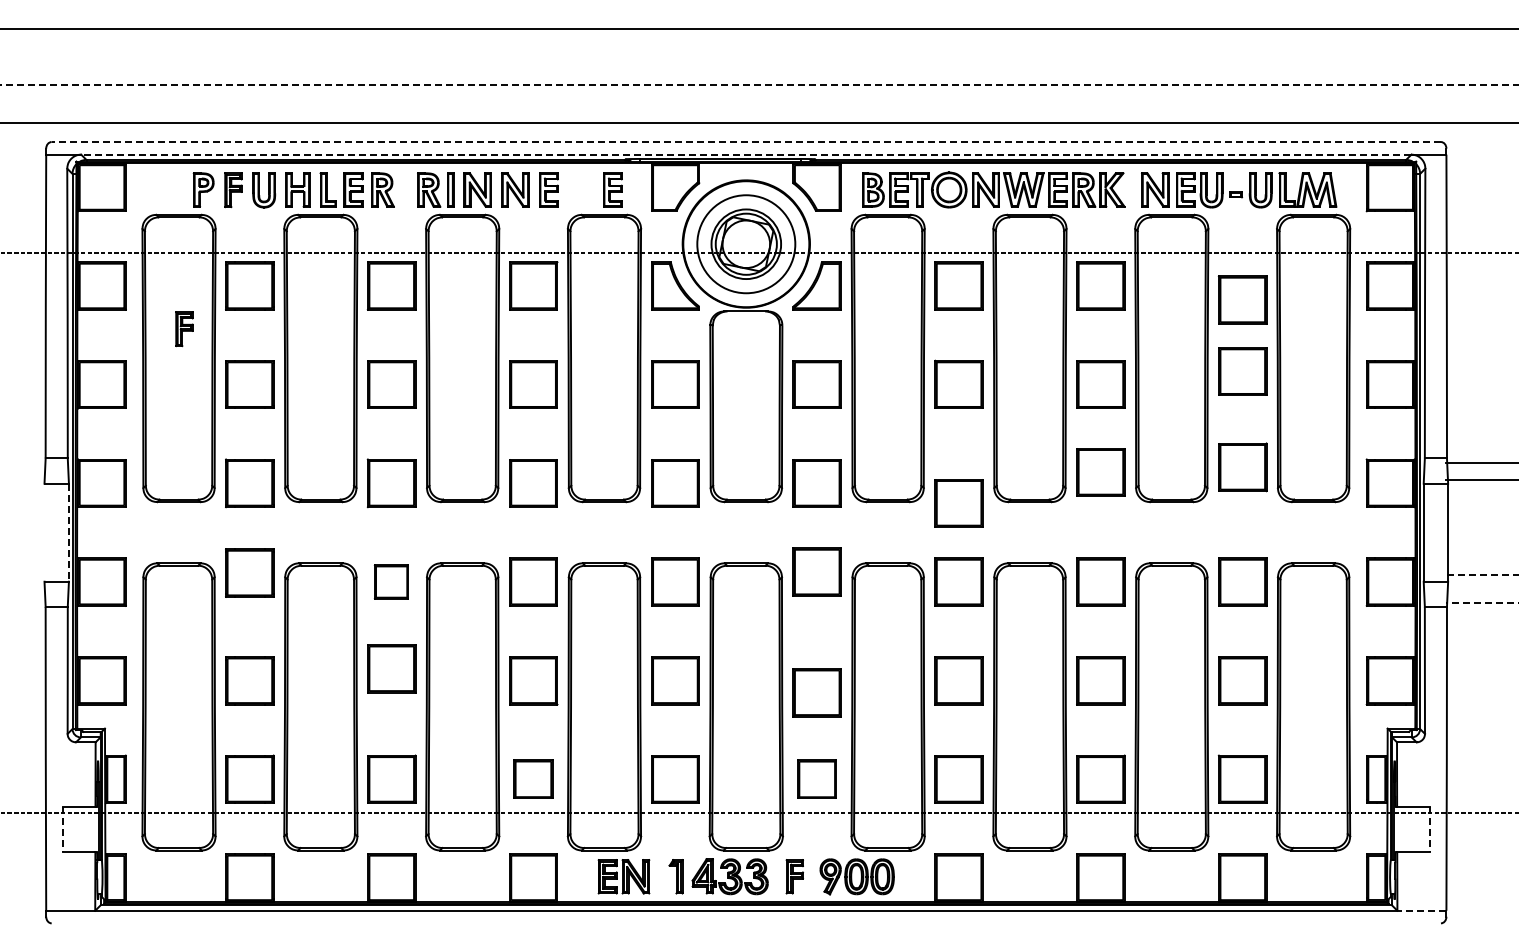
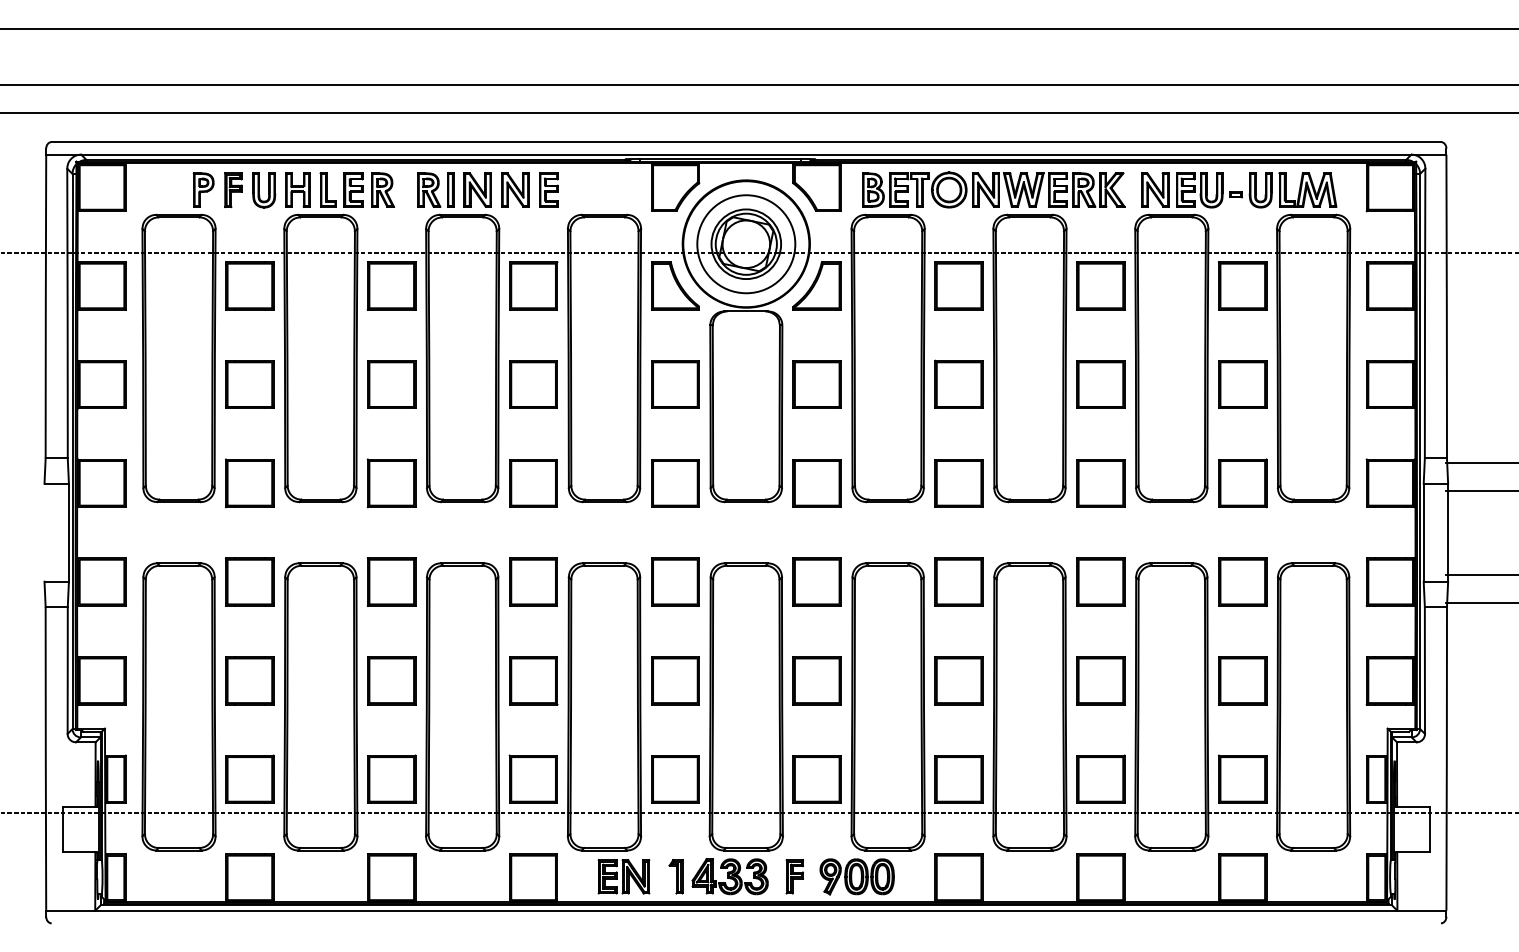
line at (759, 84): dashed -> solid
line at (758, 122) position: (758, 122) -> (758, 112)
line at (746, 142): dashed -> solid
line at (745, 154): dashed -> solid
part at (612, 189): present -> none
part at (1242, 299) position: (1242, 299) -> (1242, 285)
part at (184, 329): present -> none
part at (1242, 371) position: (1242, 371) -> (1242, 384)
part at (1242, 467) position: (1242, 467) -> (1242, 483)
part at (1100, 472) position: (1100, 472) -> (1100, 483)
line at (1480, 479) position: (1480, 479) -> (1480, 490)
part at (958, 503) position: (958, 503) -> (958, 483)
line at (68, 533): dashed -> solid
part at (816, 571) position: (816, 571) -> (816, 581)
part at (249, 572) position: (249, 572) -> (249, 581)
line at (1482, 574): dashed -> solid
part at (390, 581) size: 36x36 px -> 51x50 px
line at (1482, 602): dashed -> solid
part at (391, 668) position: (391, 668) -> (391, 680)
part at (816, 692) position: (816, 692) -> (816, 680)
part at (533, 778) size: 41x40 px -> 50x50 px
part at (816, 778) size: 40x40 px -> 50x49 px
line at (63, 830): dashed -> solid
line at (1429, 830): dashed -> solid
line at (1421, 910): dashed -> solid
